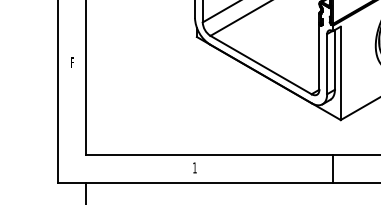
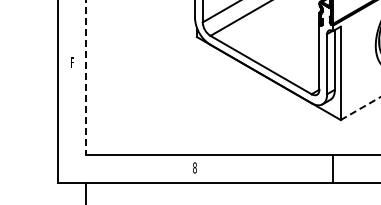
line at (85, 78): solid -> dashed
line at (360, 108): solid -> dashed
text at (194, 167): 1 -> 8
